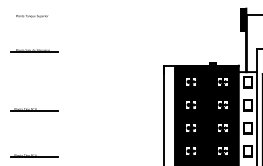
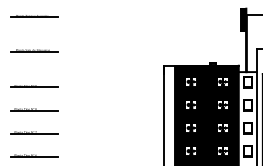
line at (34, 17): none -> present
line at (34, 86): none -> present
part at (34, 132): none -> present
